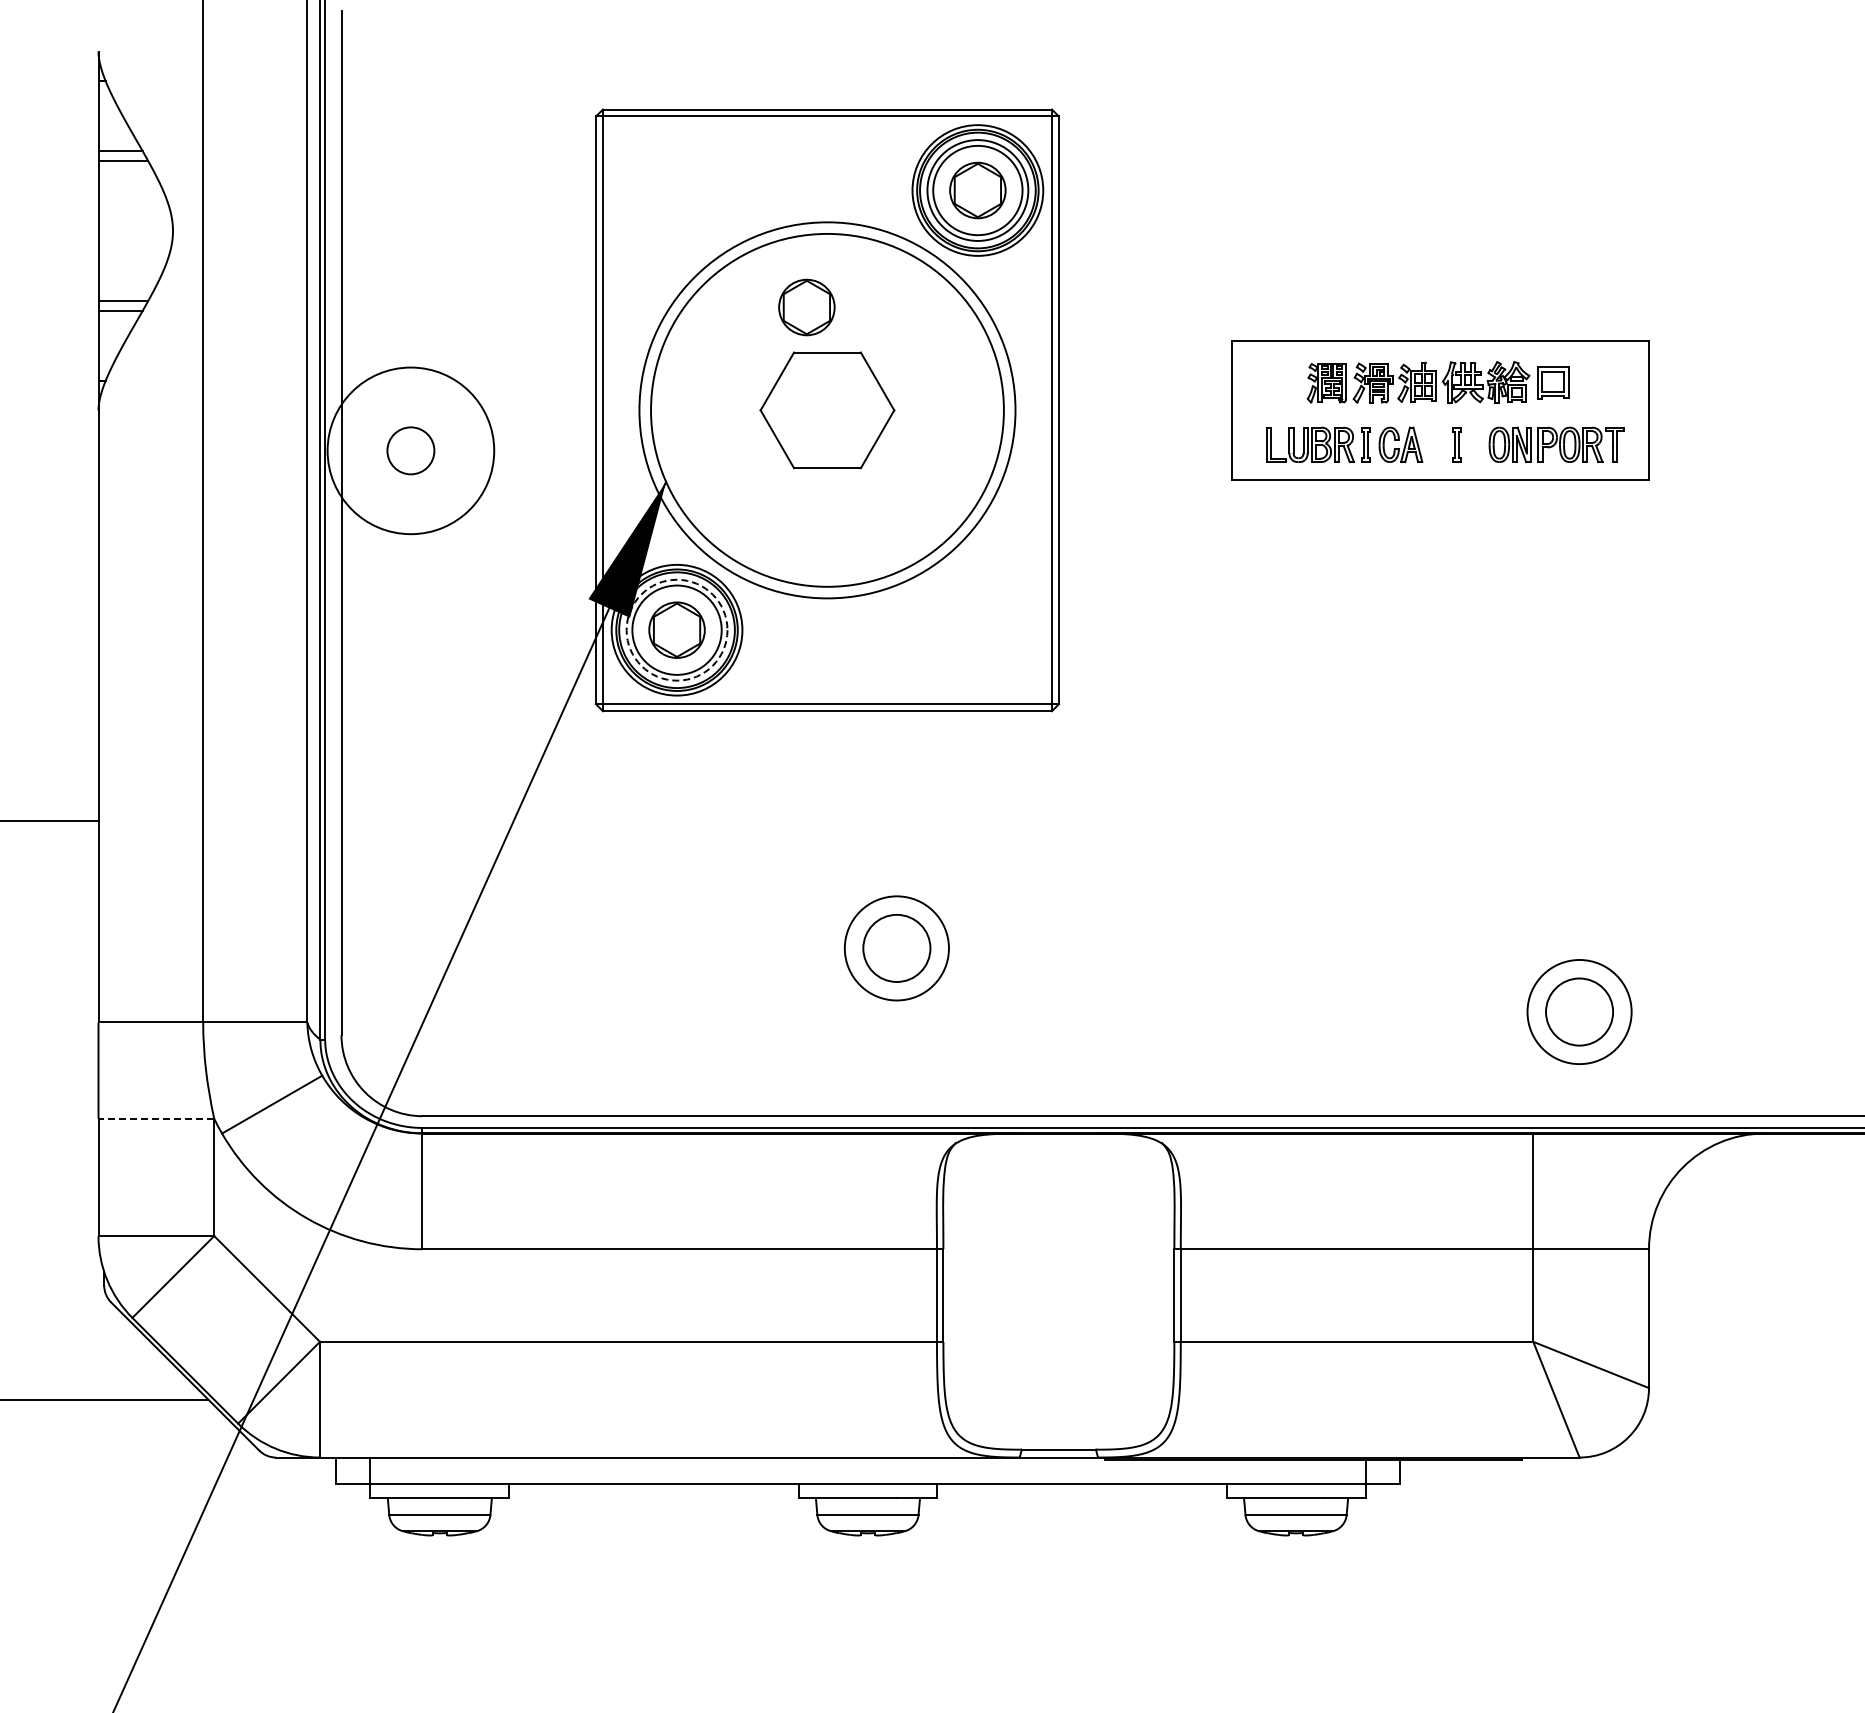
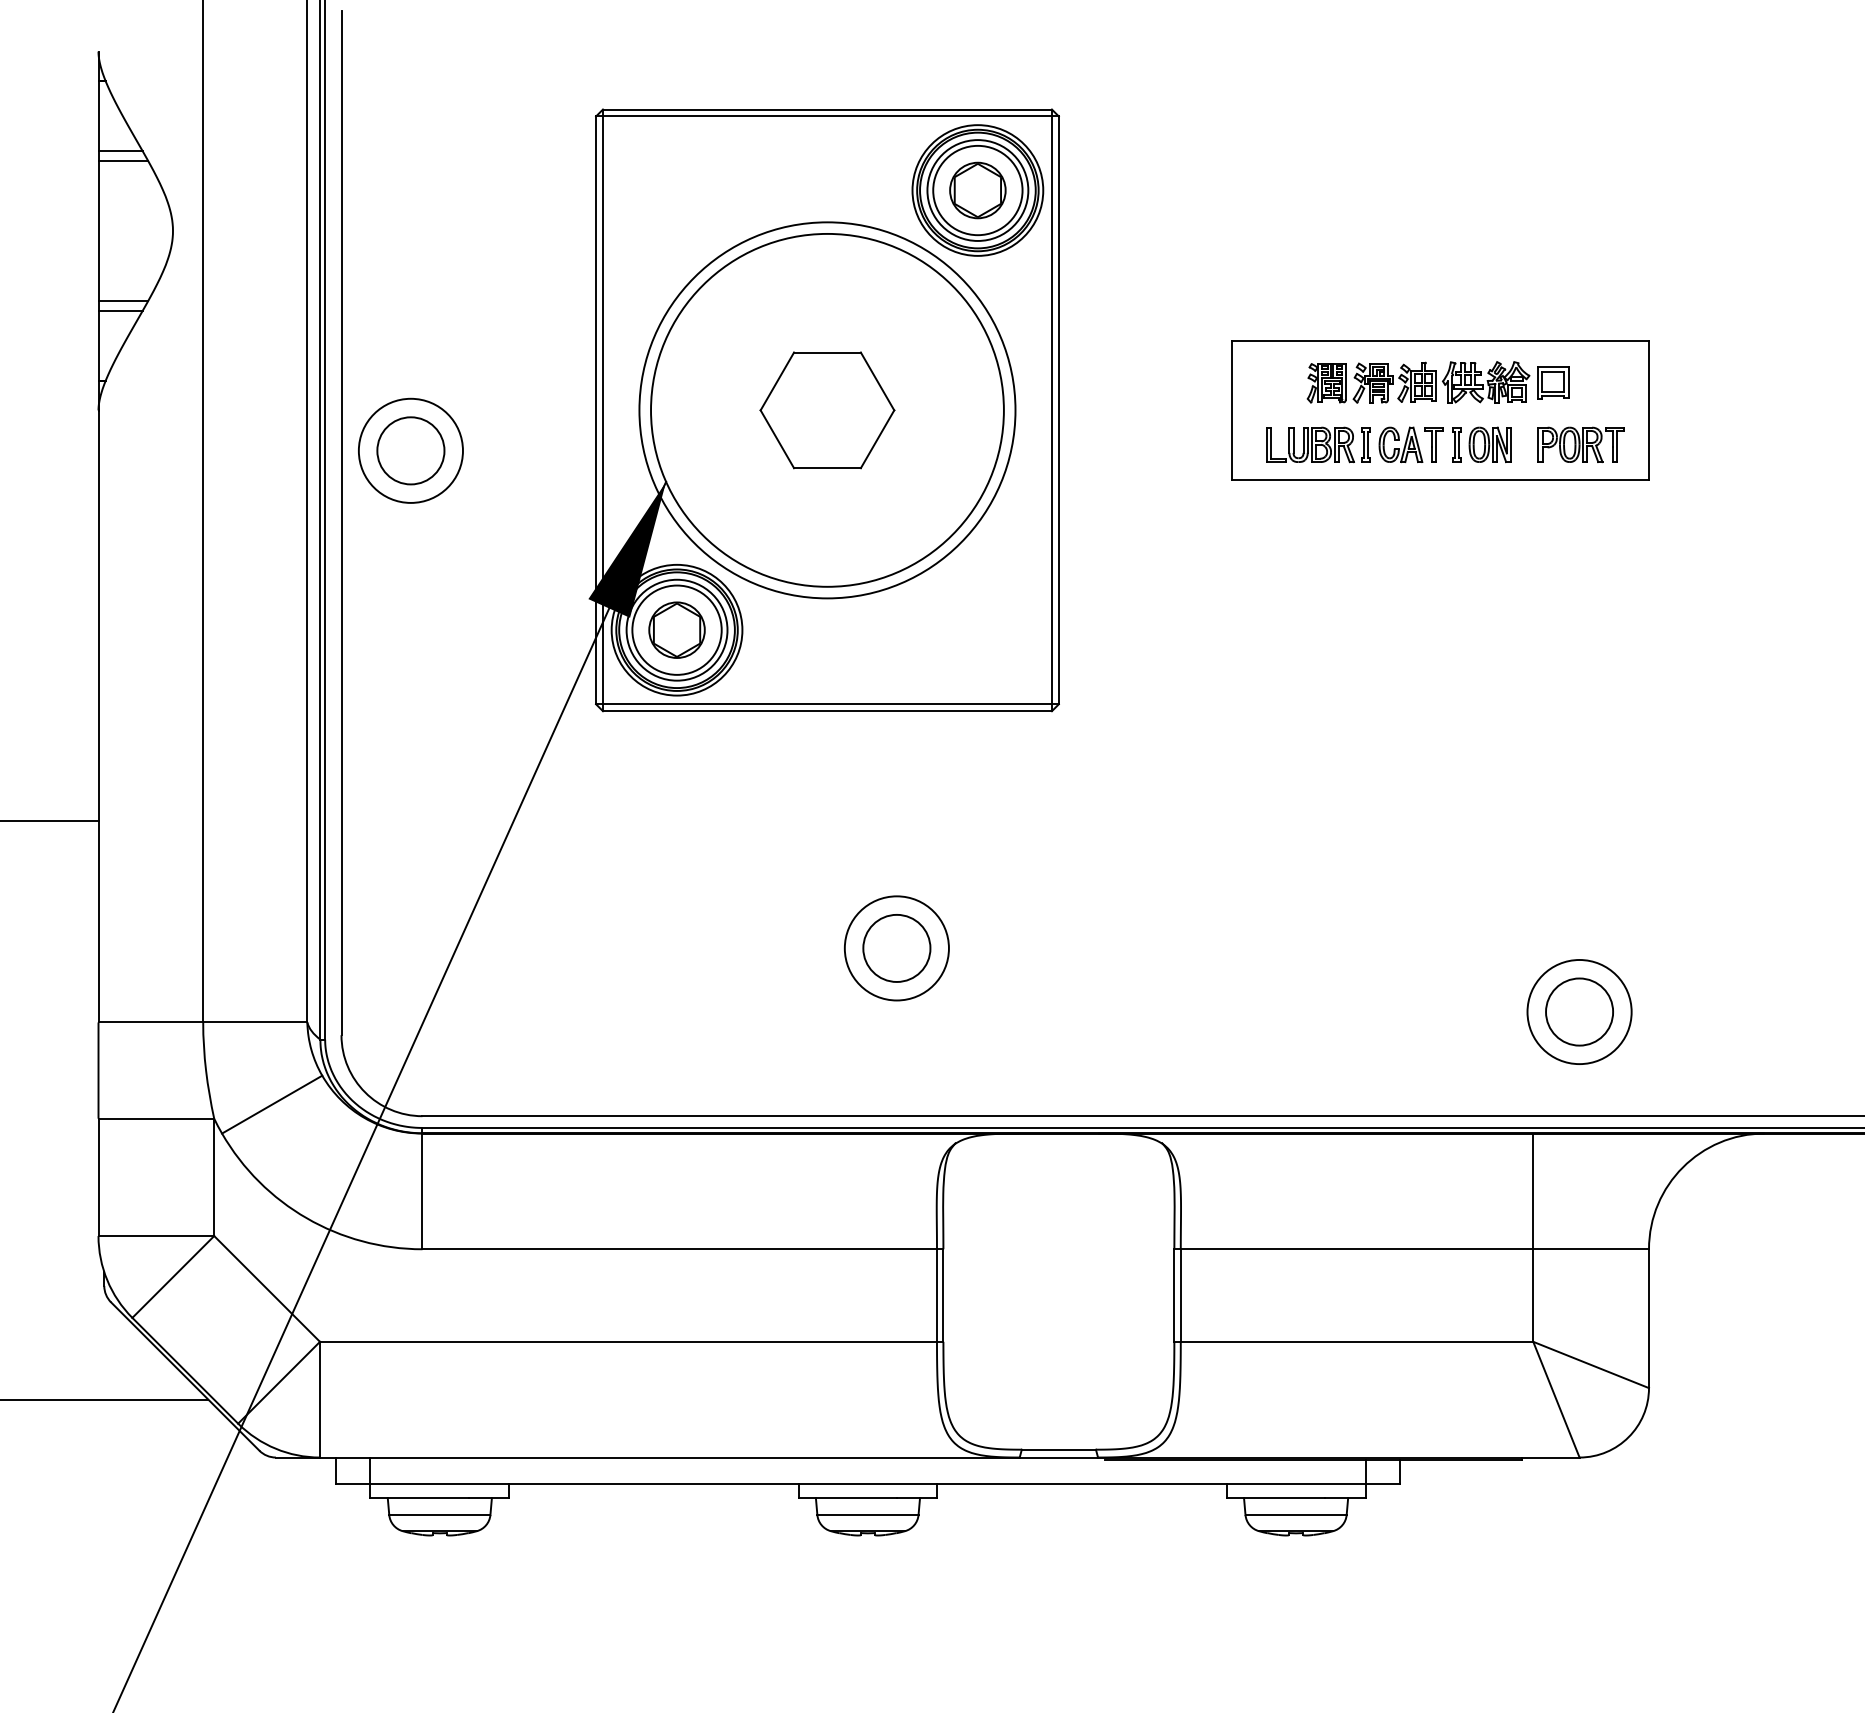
part at (806, 307): present -> none
part at (1433, 444): none -> present
part at (1509, 444) position: (1509, 444) -> (1489, 444)
circle at (410, 450) diameter: 167 px -> 104 px
circle at (410, 450) diameter: 47 px -> 67 px
circle at (676, 629): dashed -> solid
line at (156, 1118): dashed -> solid
